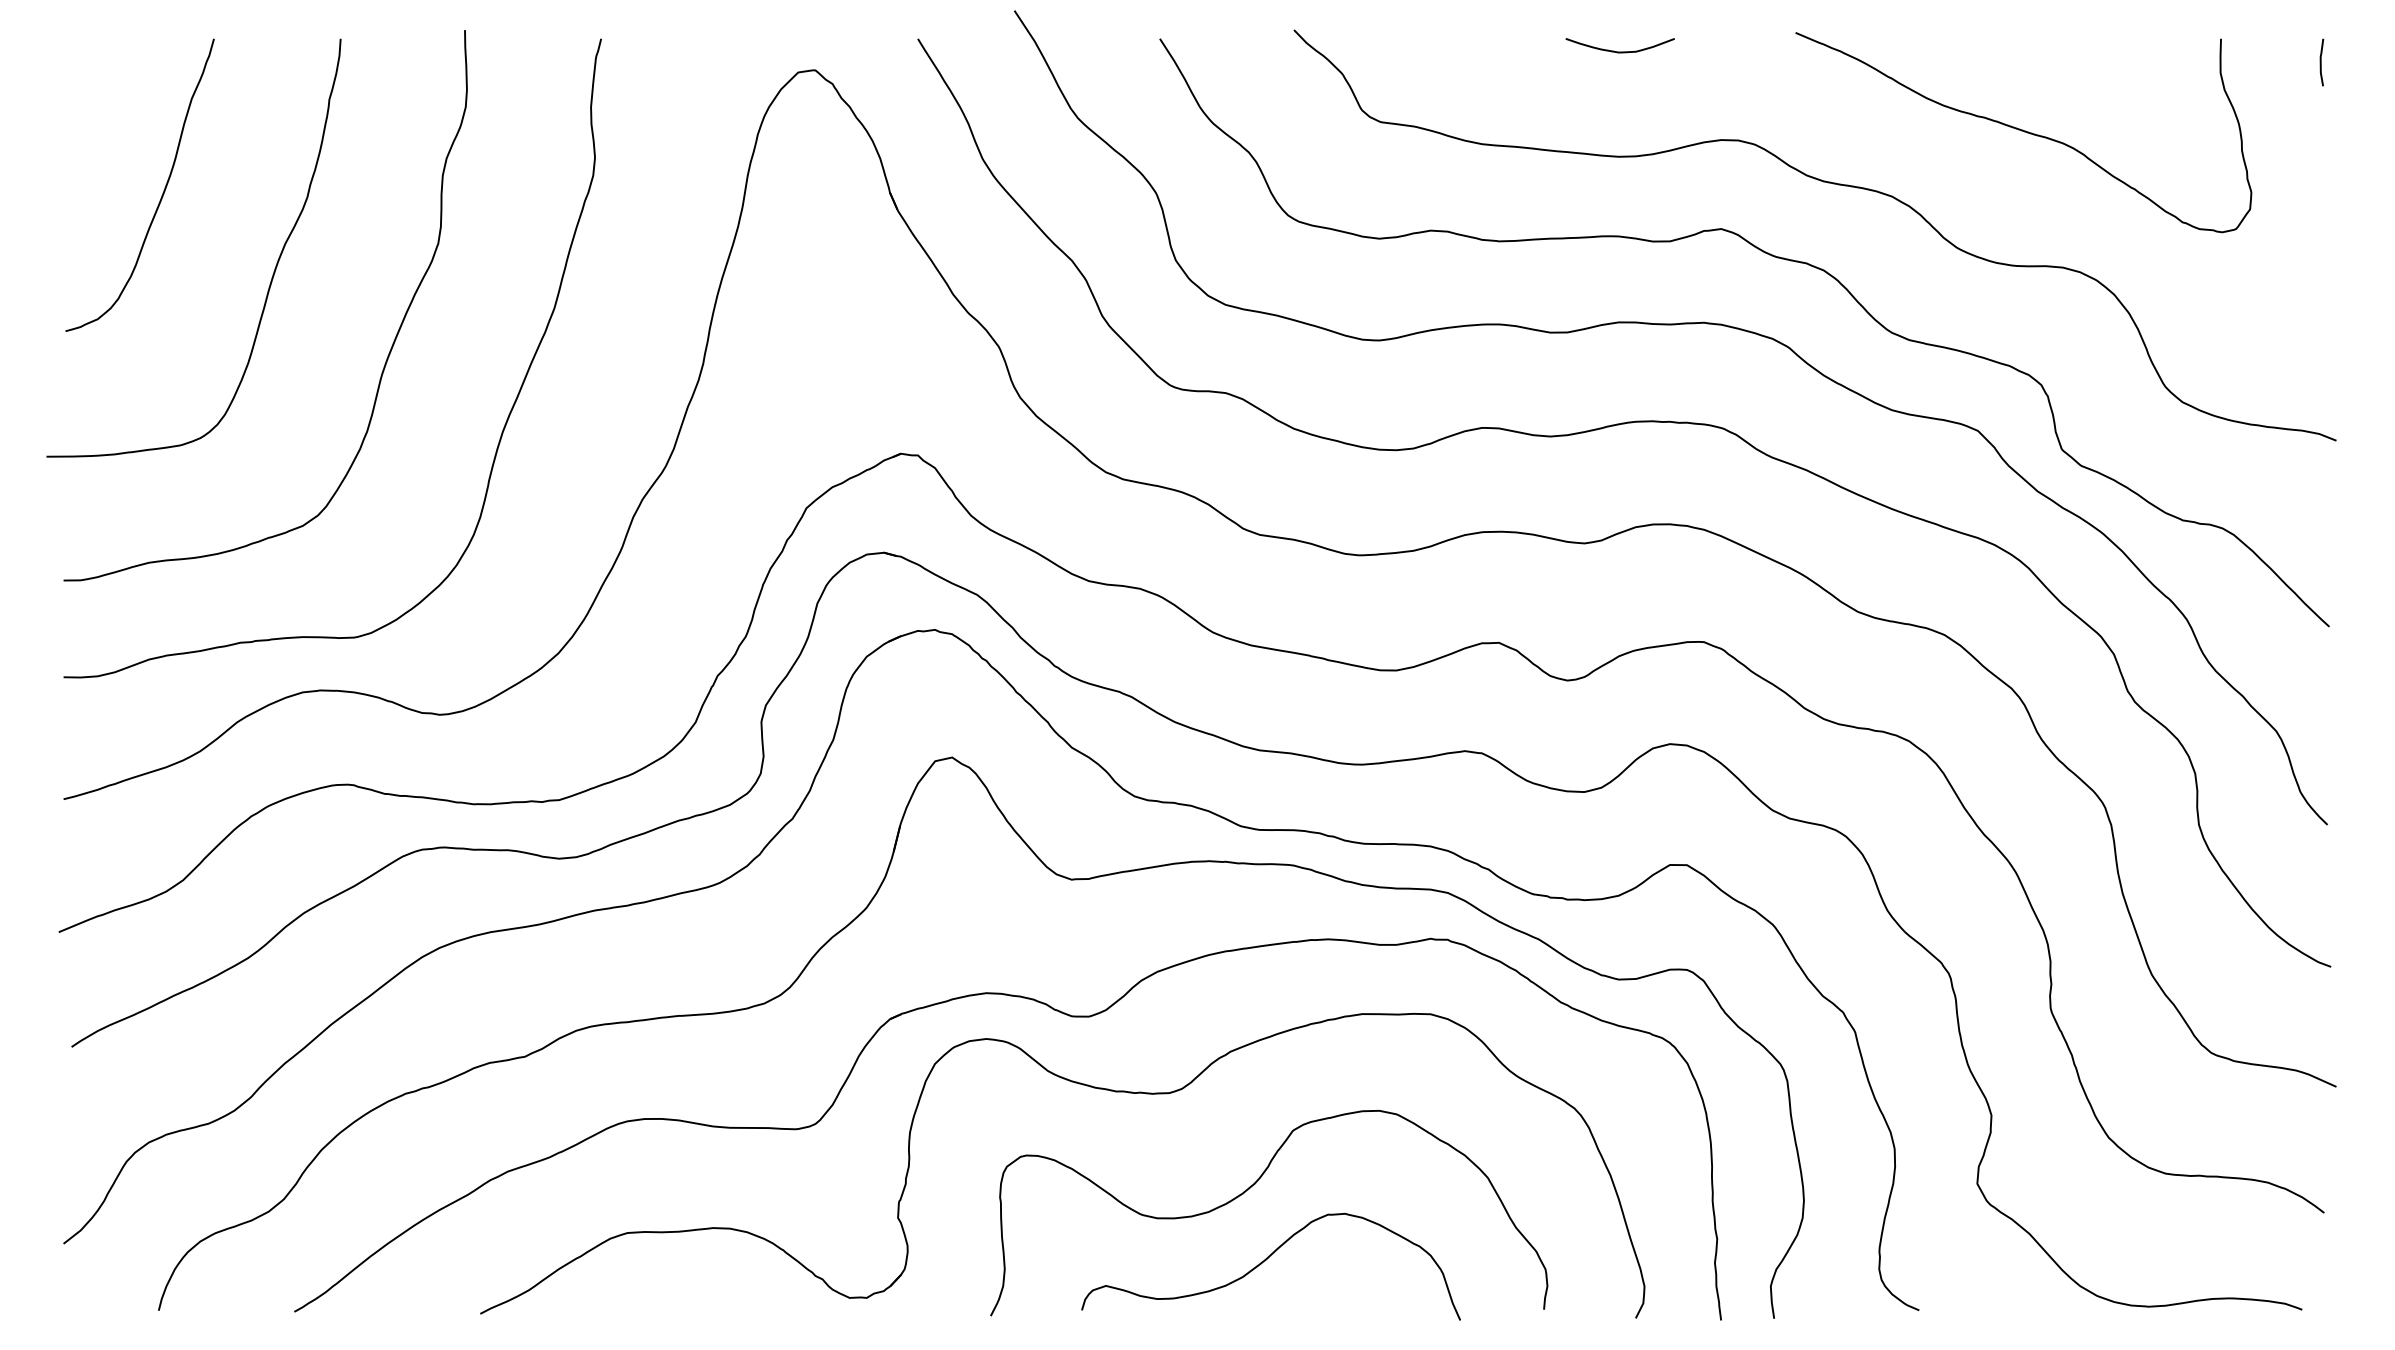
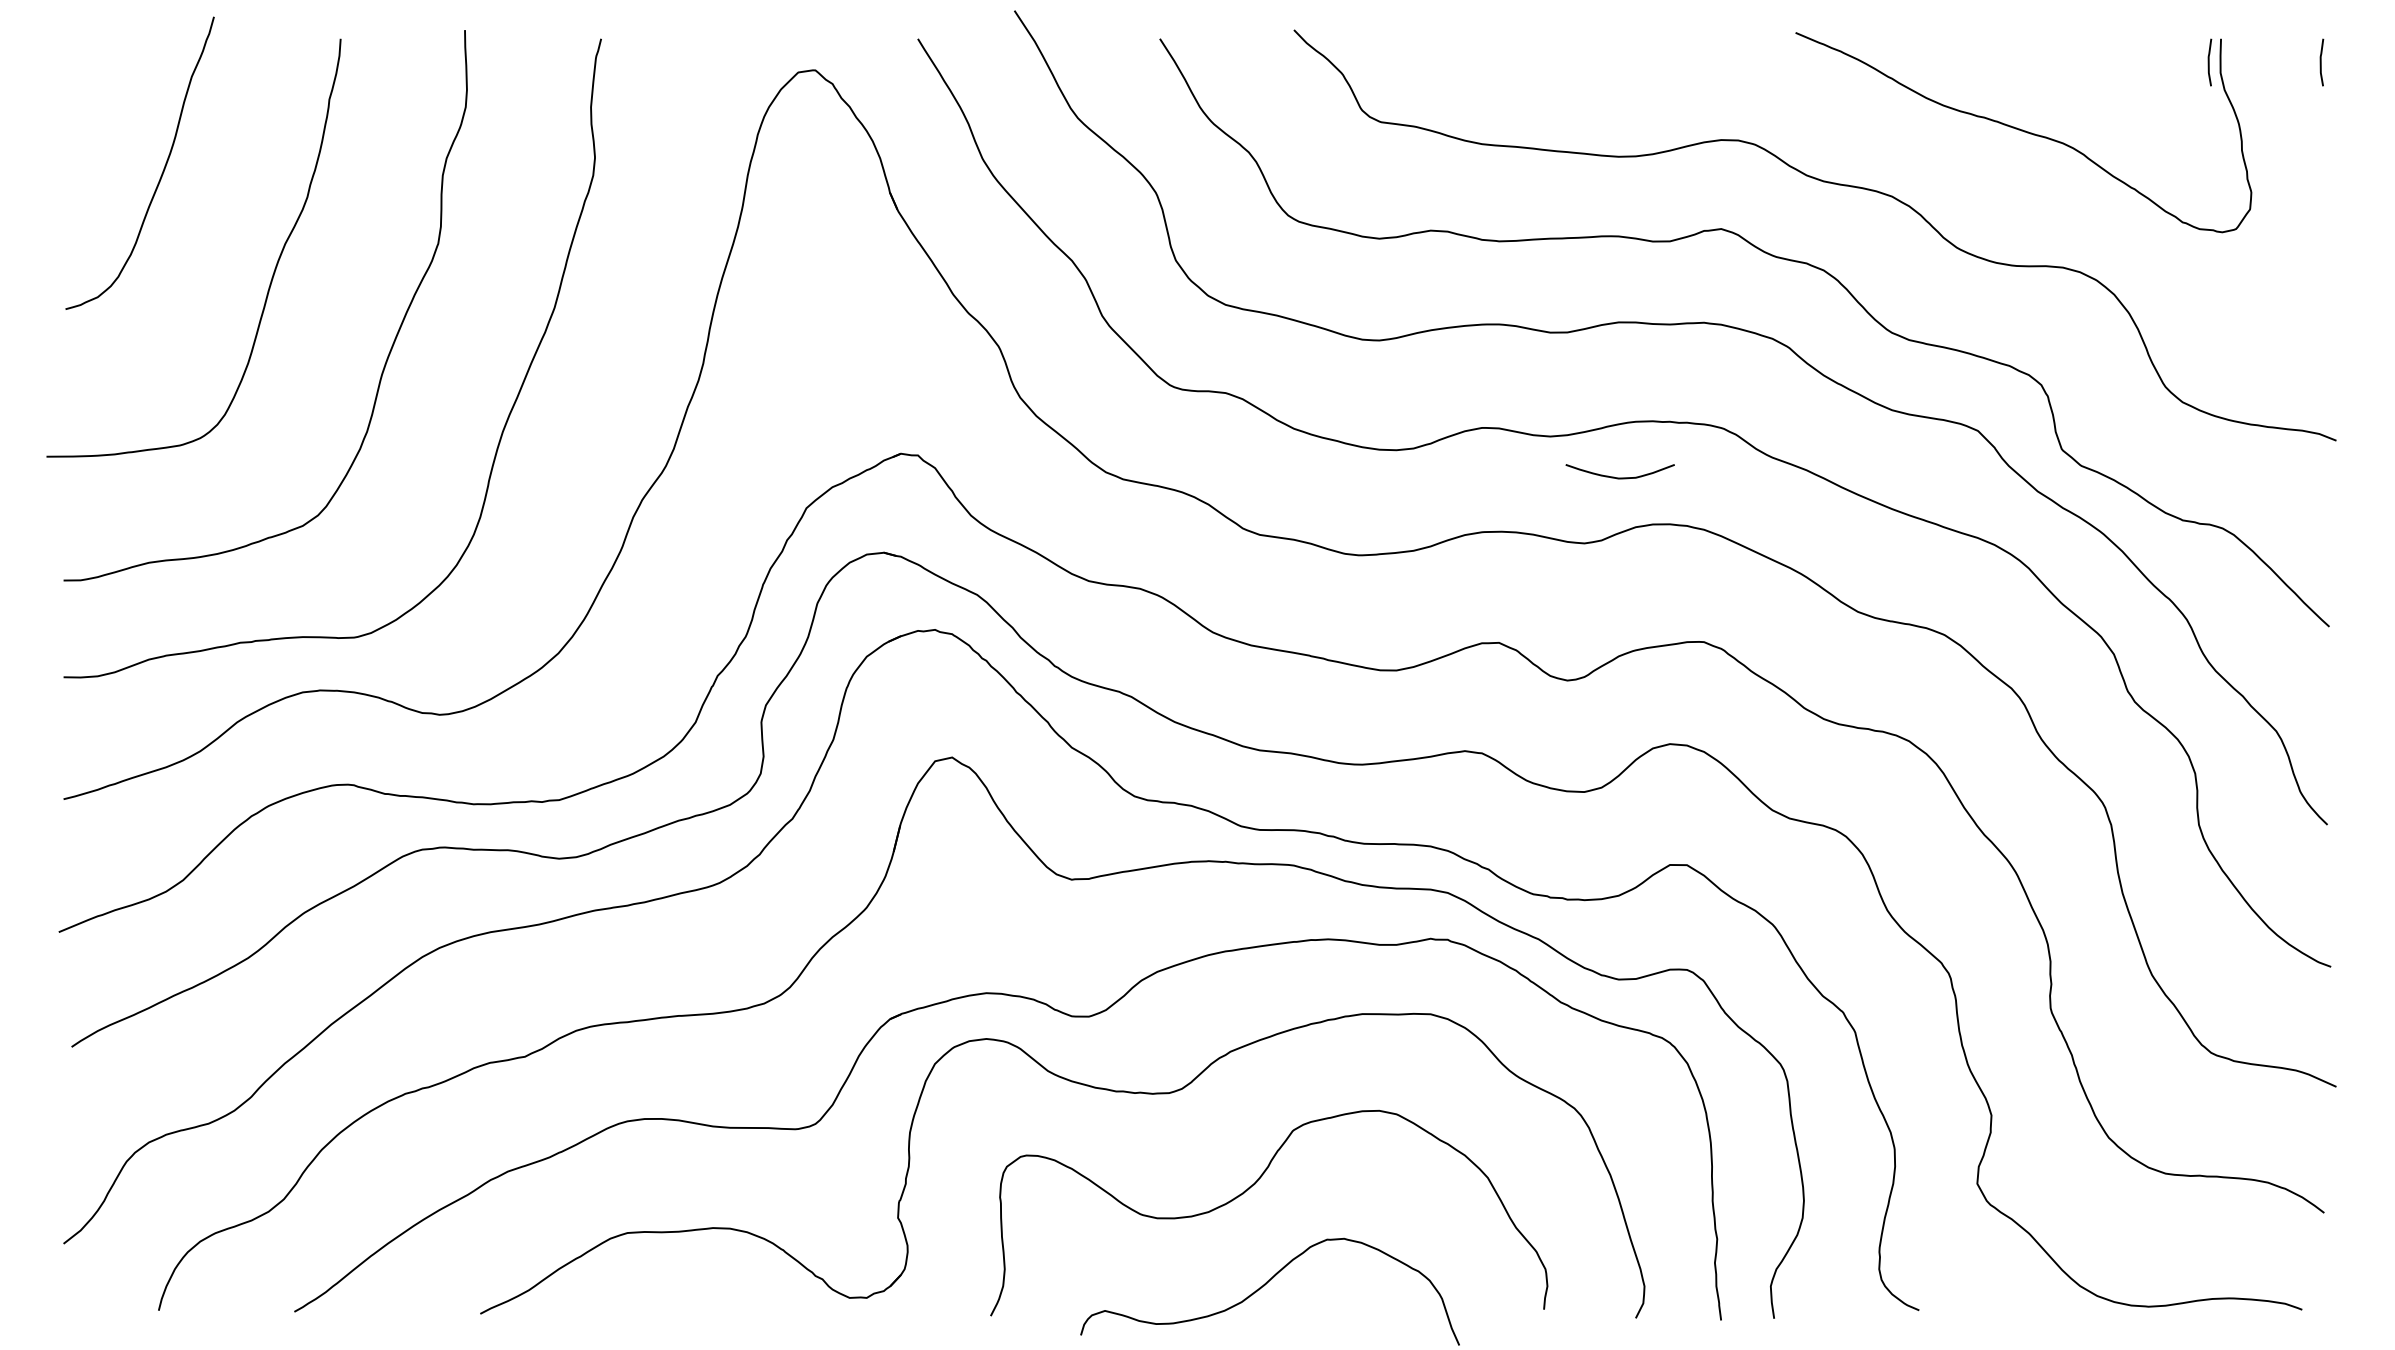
curve at (1619, 51) position: (1619, 51) -> (1619, 477)
curve at (2209, 62): none -> present
curve at (161, 195) position: (161, 195) -> (161, 173)
curve at (1265, 1261) position: (1265, 1261) -> (1264, 1286)
